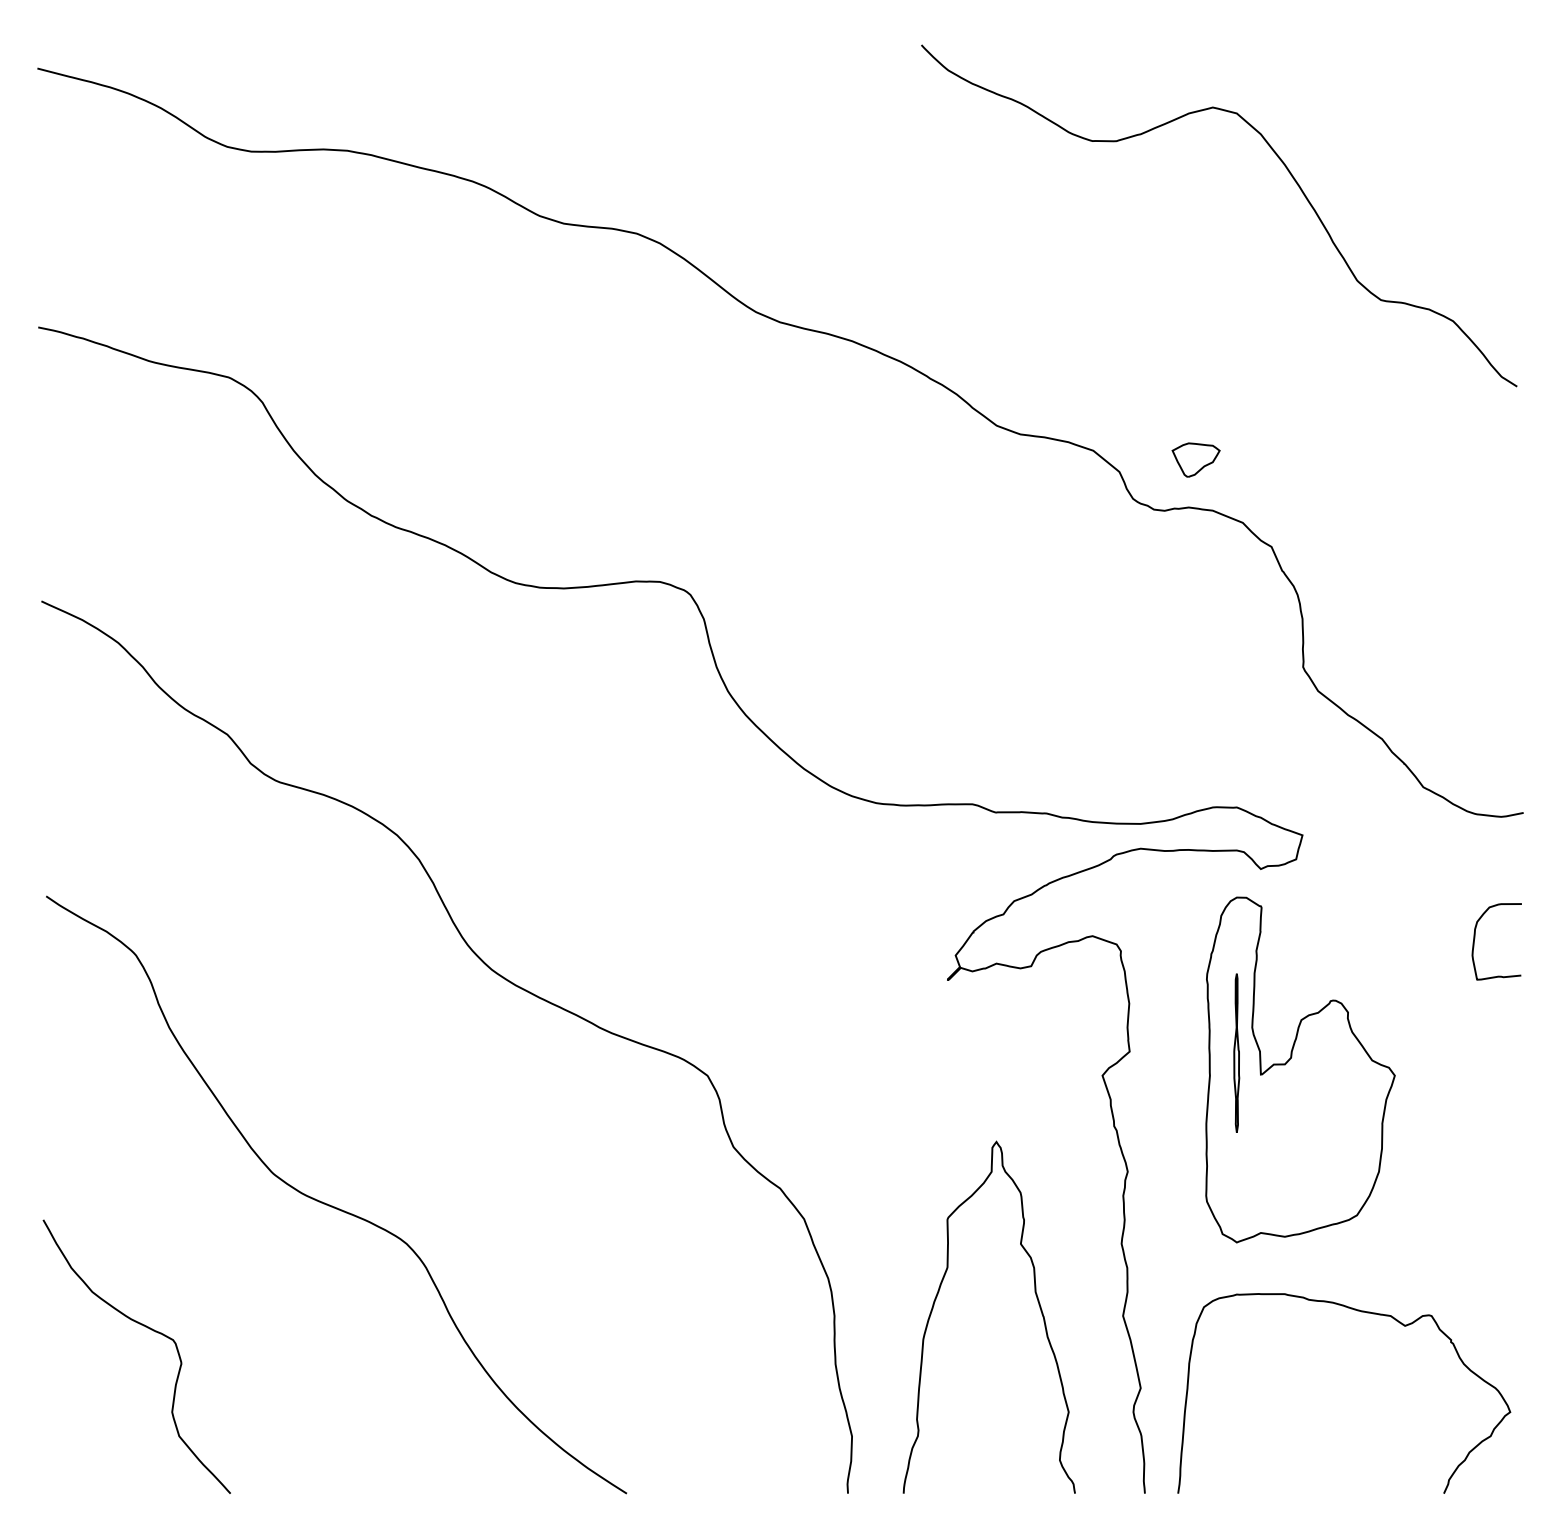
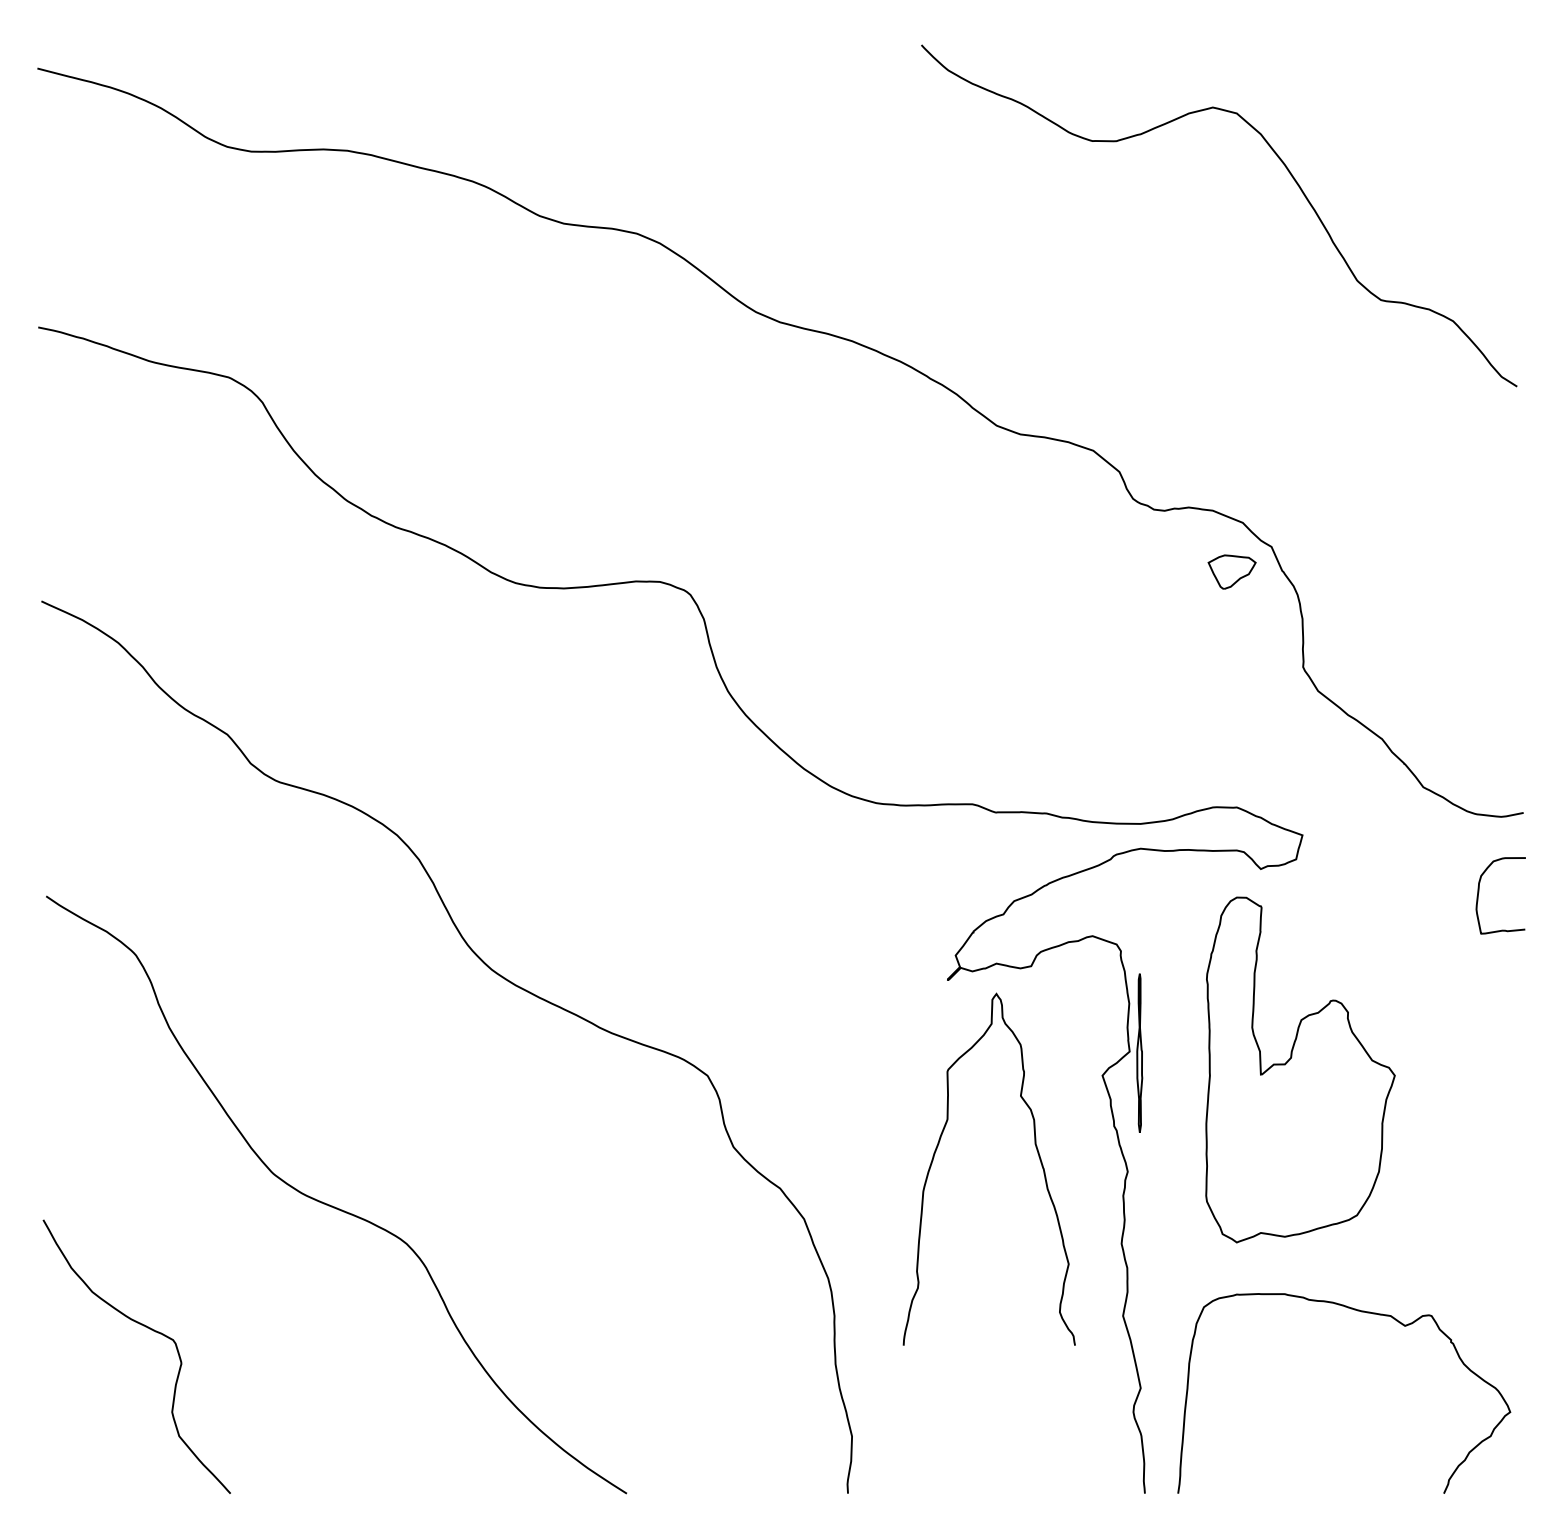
part at (1195, 459) position: (1195, 459) -> (1231, 571)
curve at (1475, 938) position: (1475, 938) -> (1479, 892)
part at (1236, 1052) position: (1236, 1052) -> (1139, 1052)
curve at (1037, 1301) position: (1037, 1301) -> (1037, 1153)
